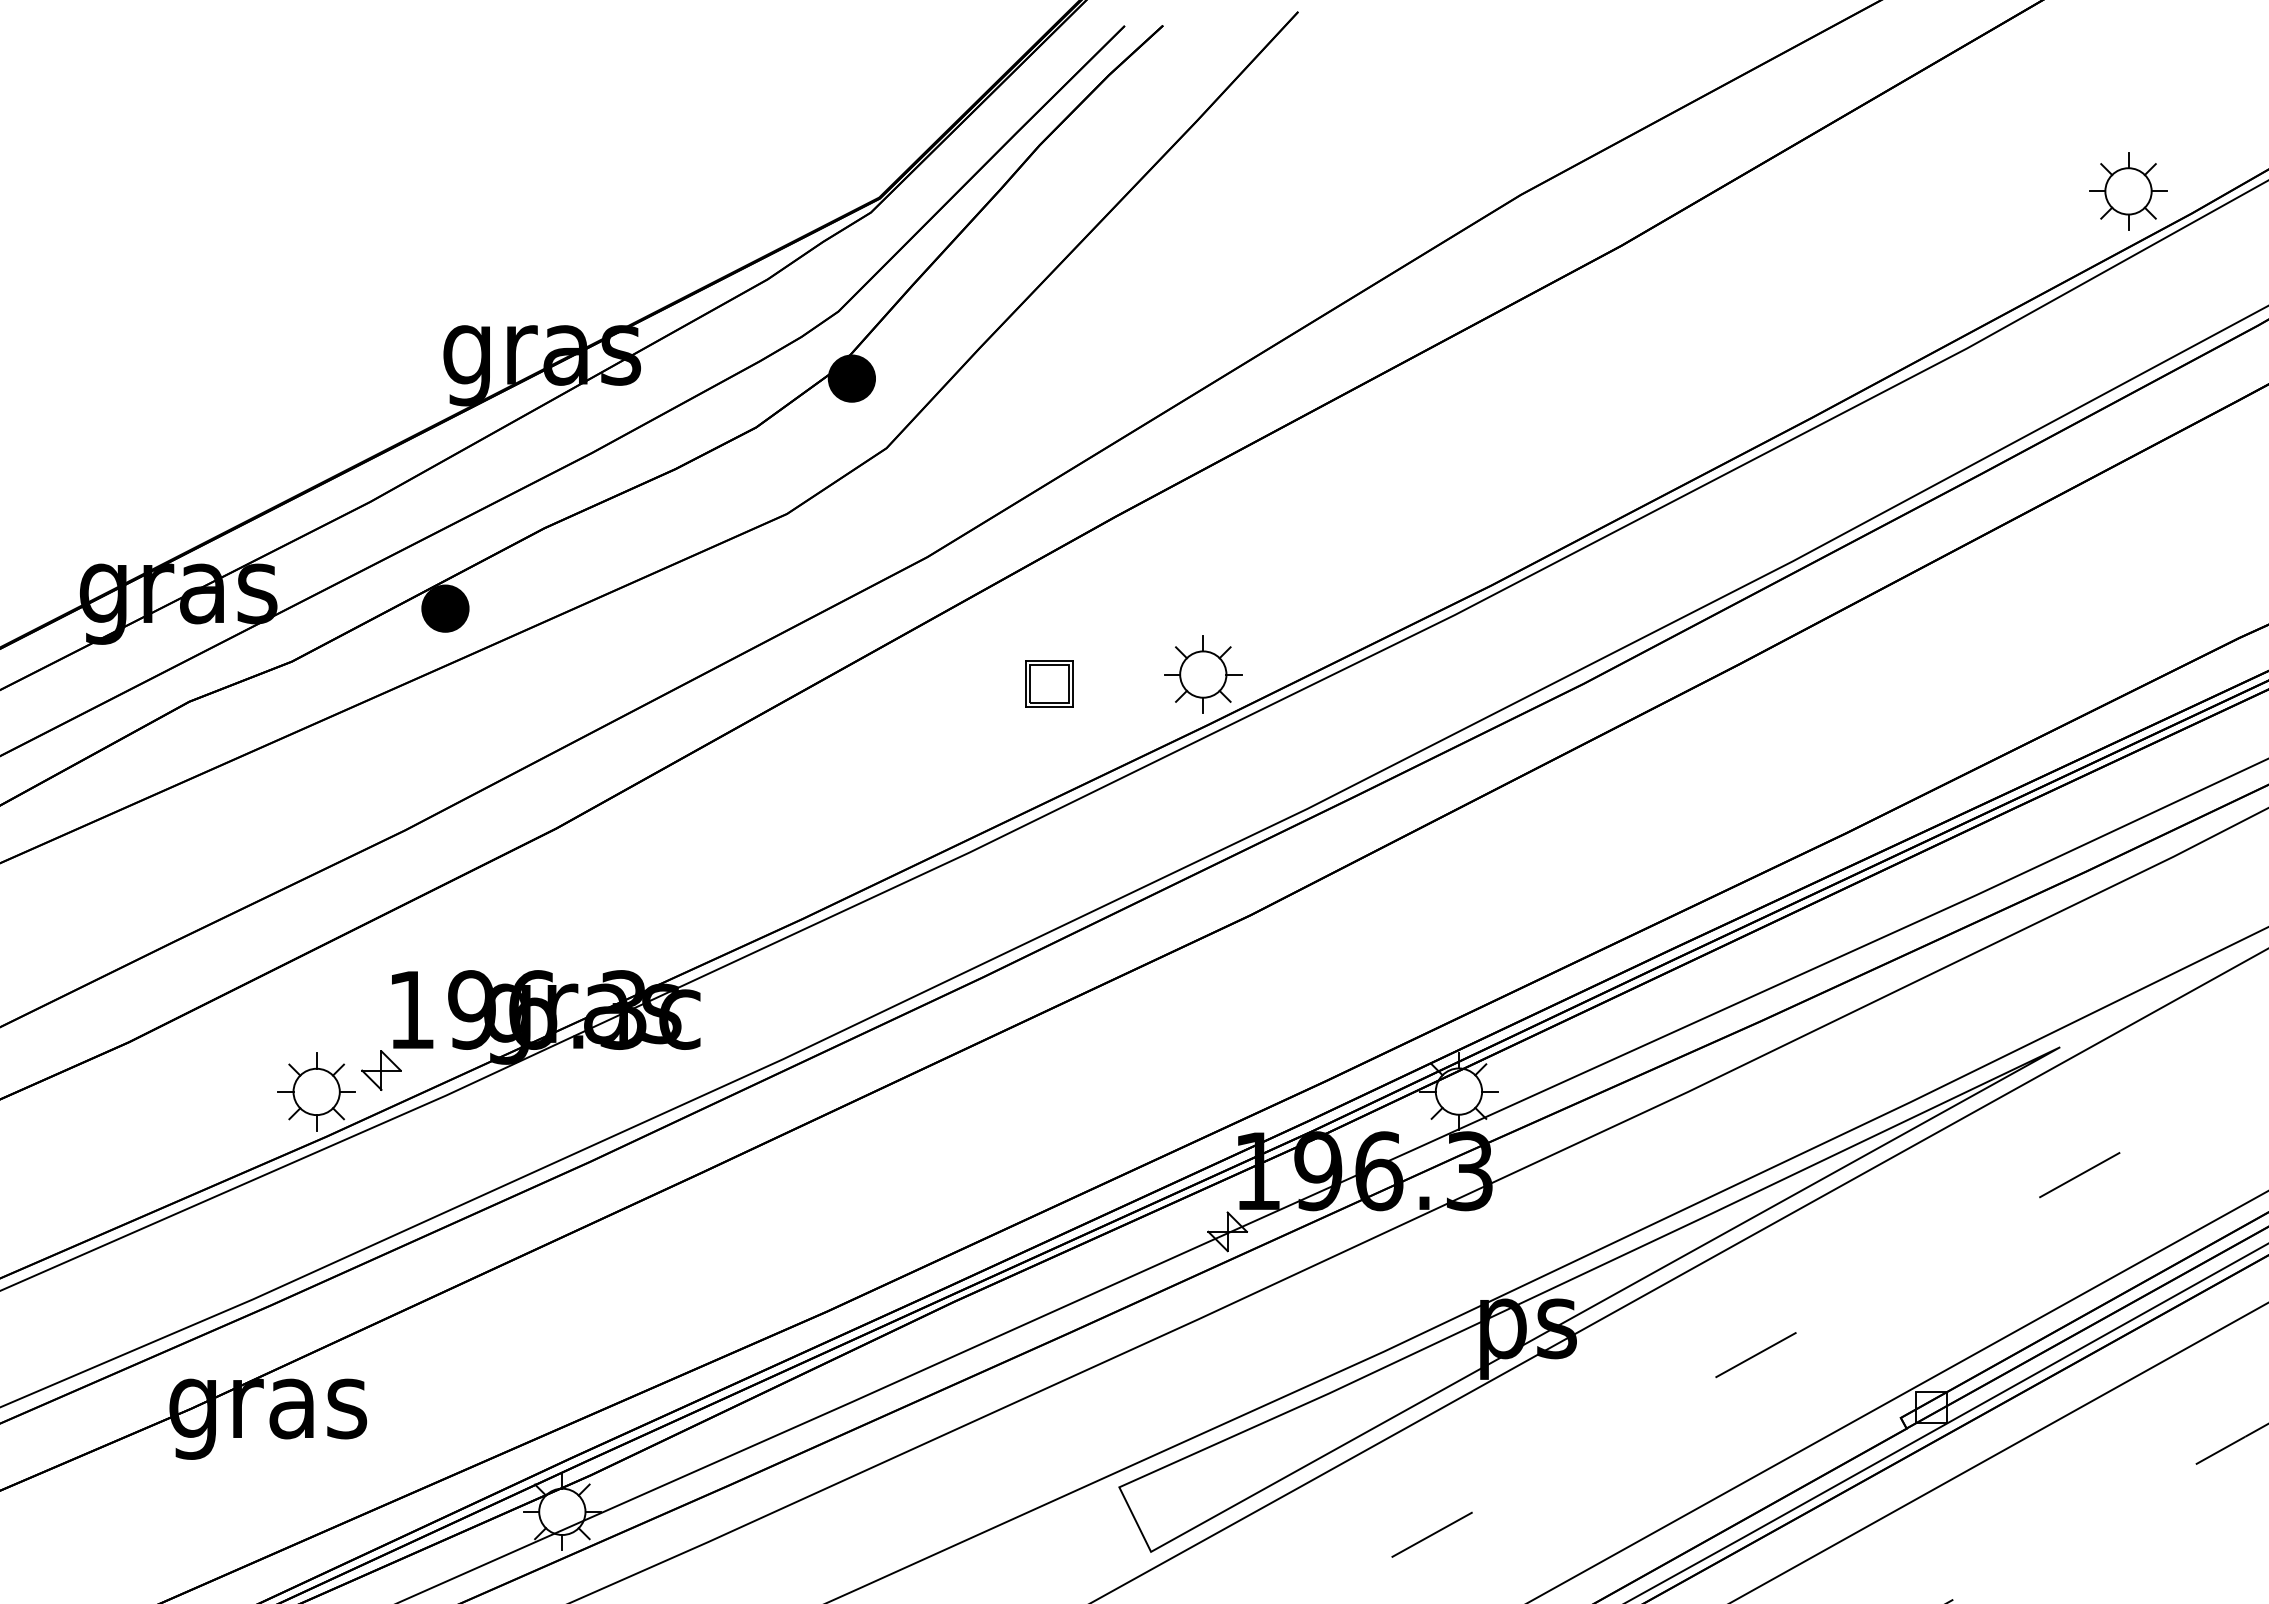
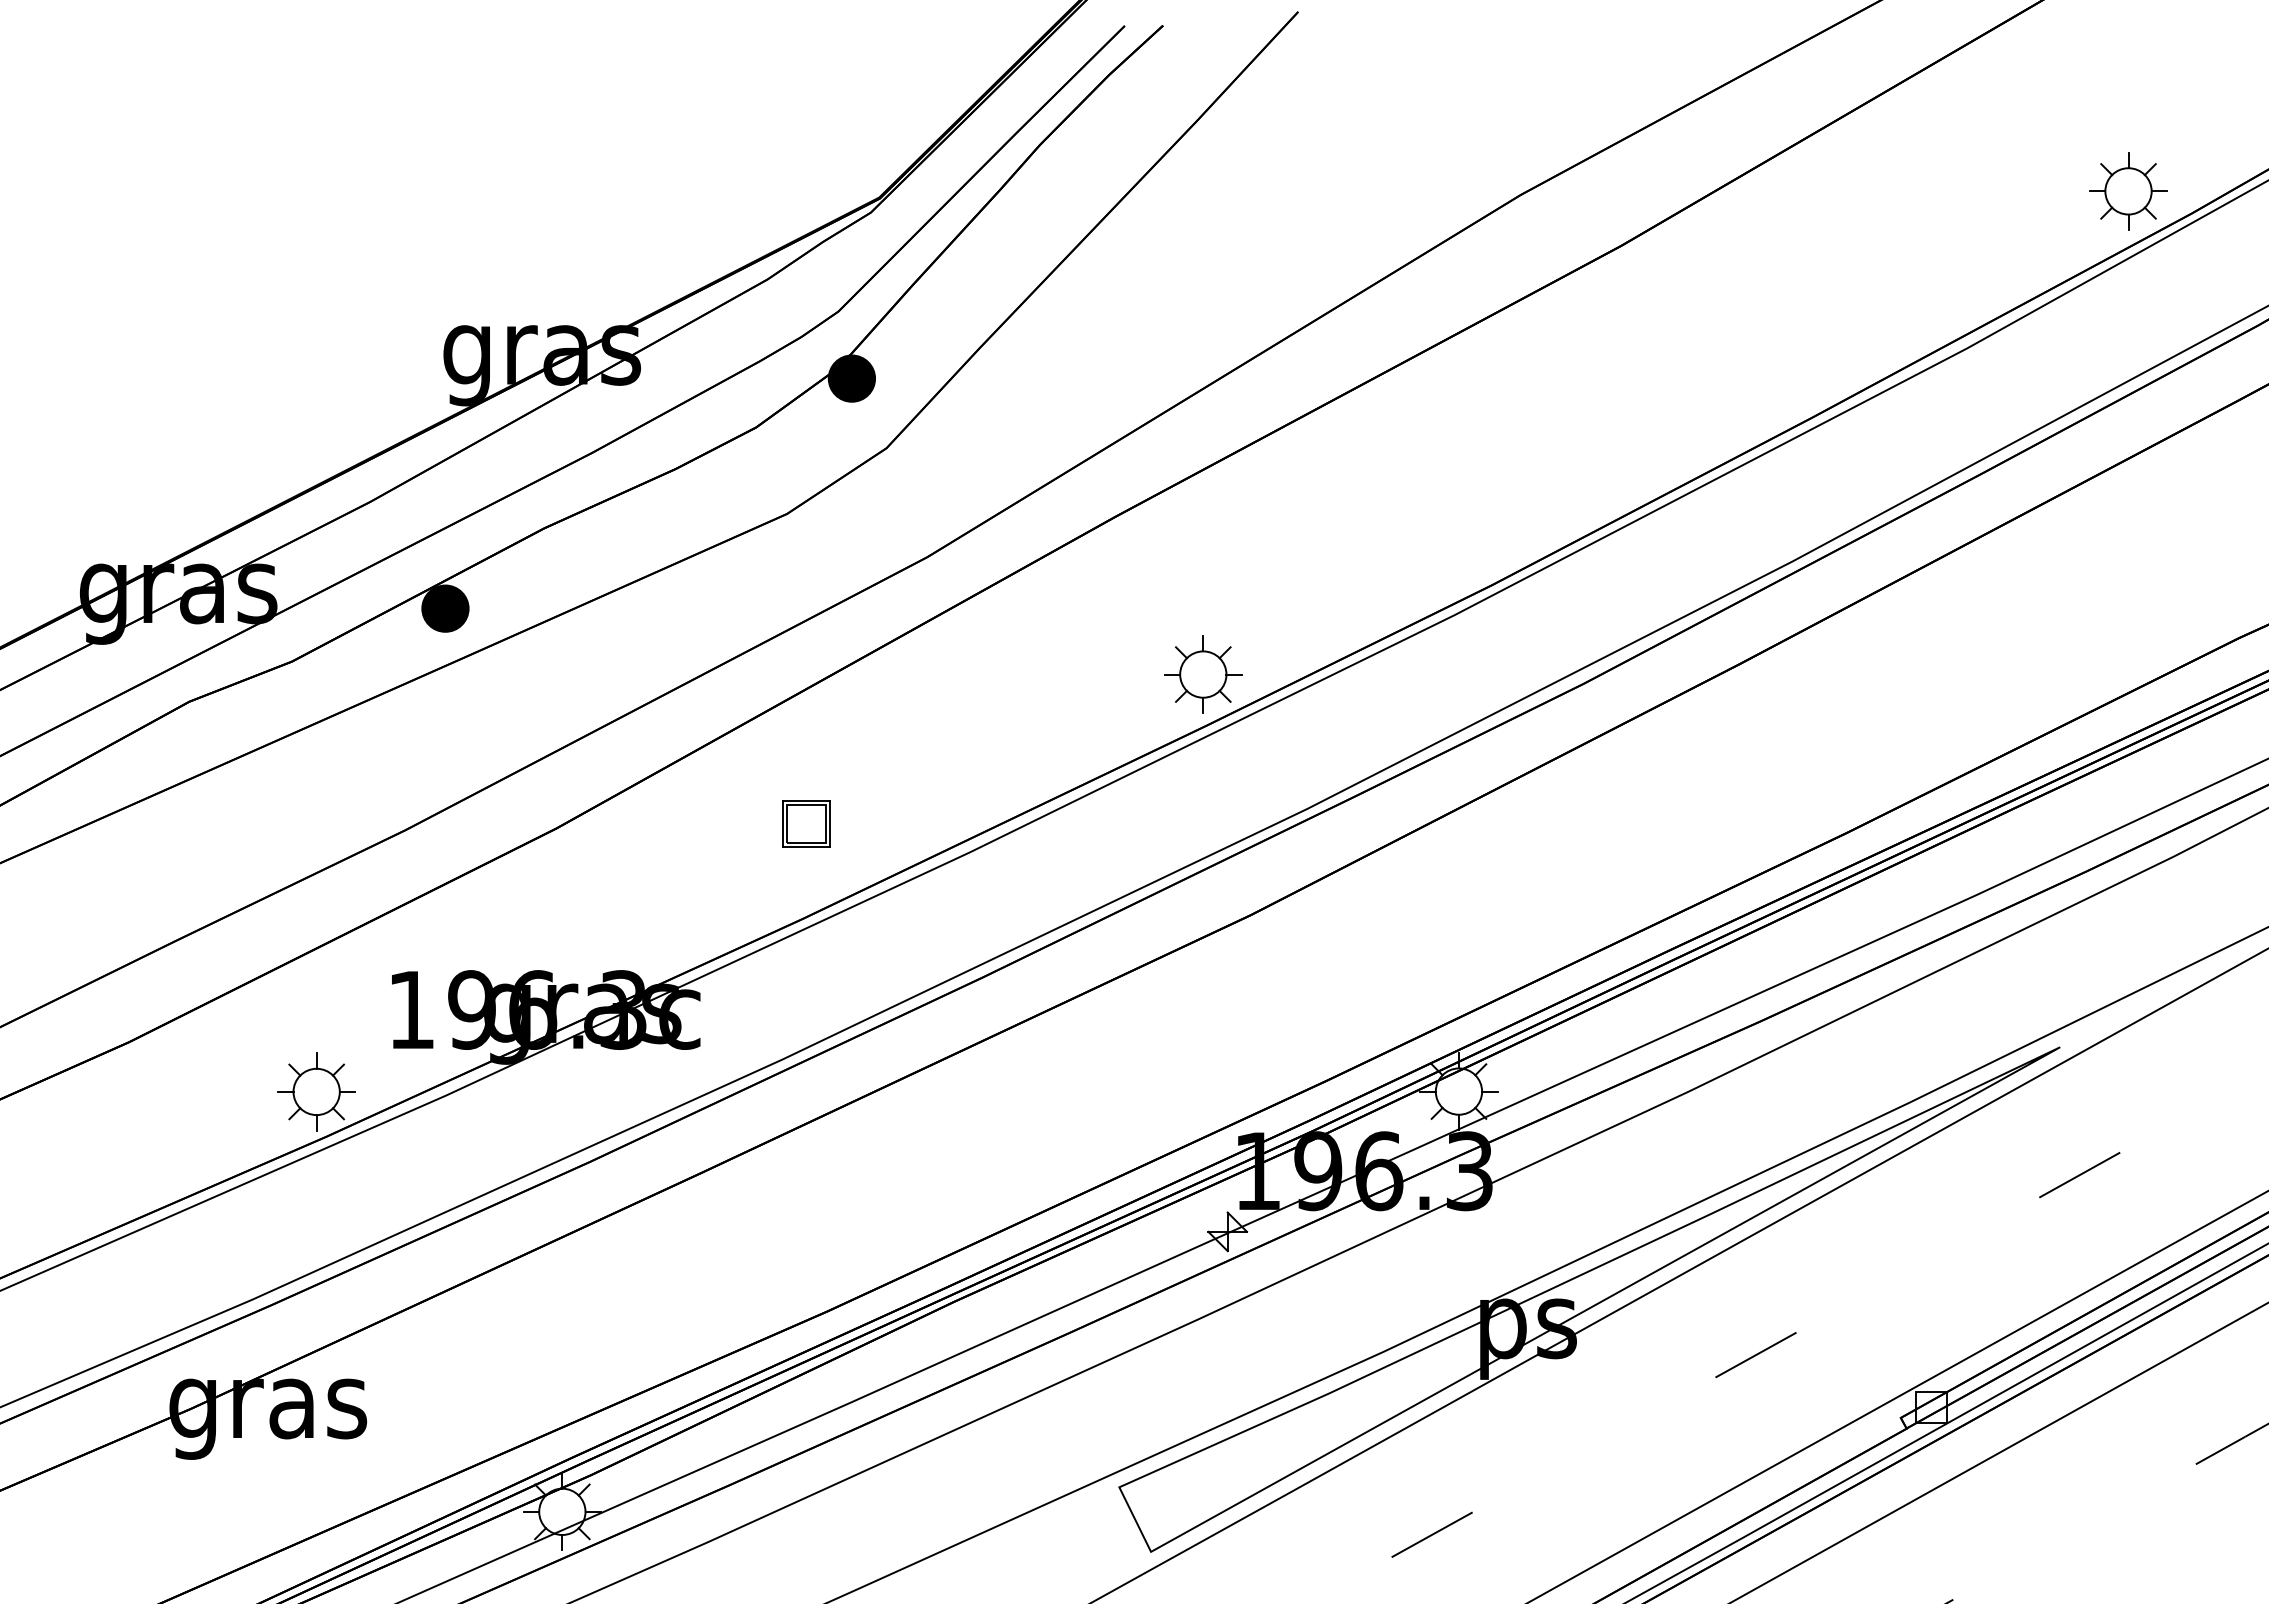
part at (1049, 683) position: (1049, 683) -> (806, 823)
part at (381, 1070): present -> none
